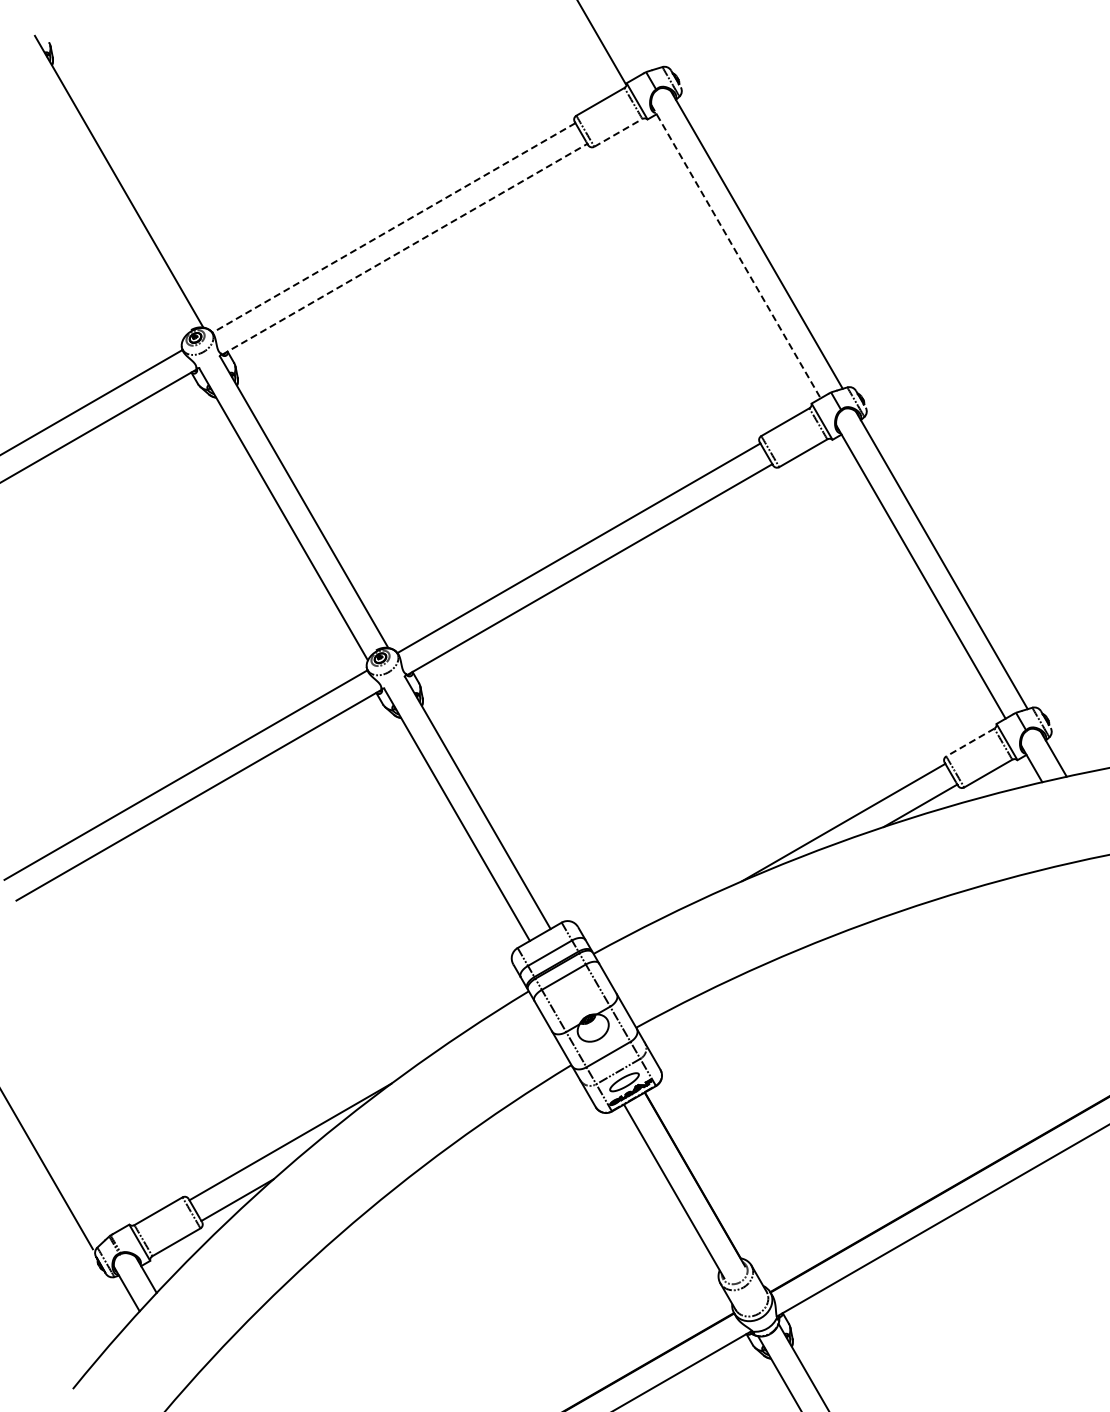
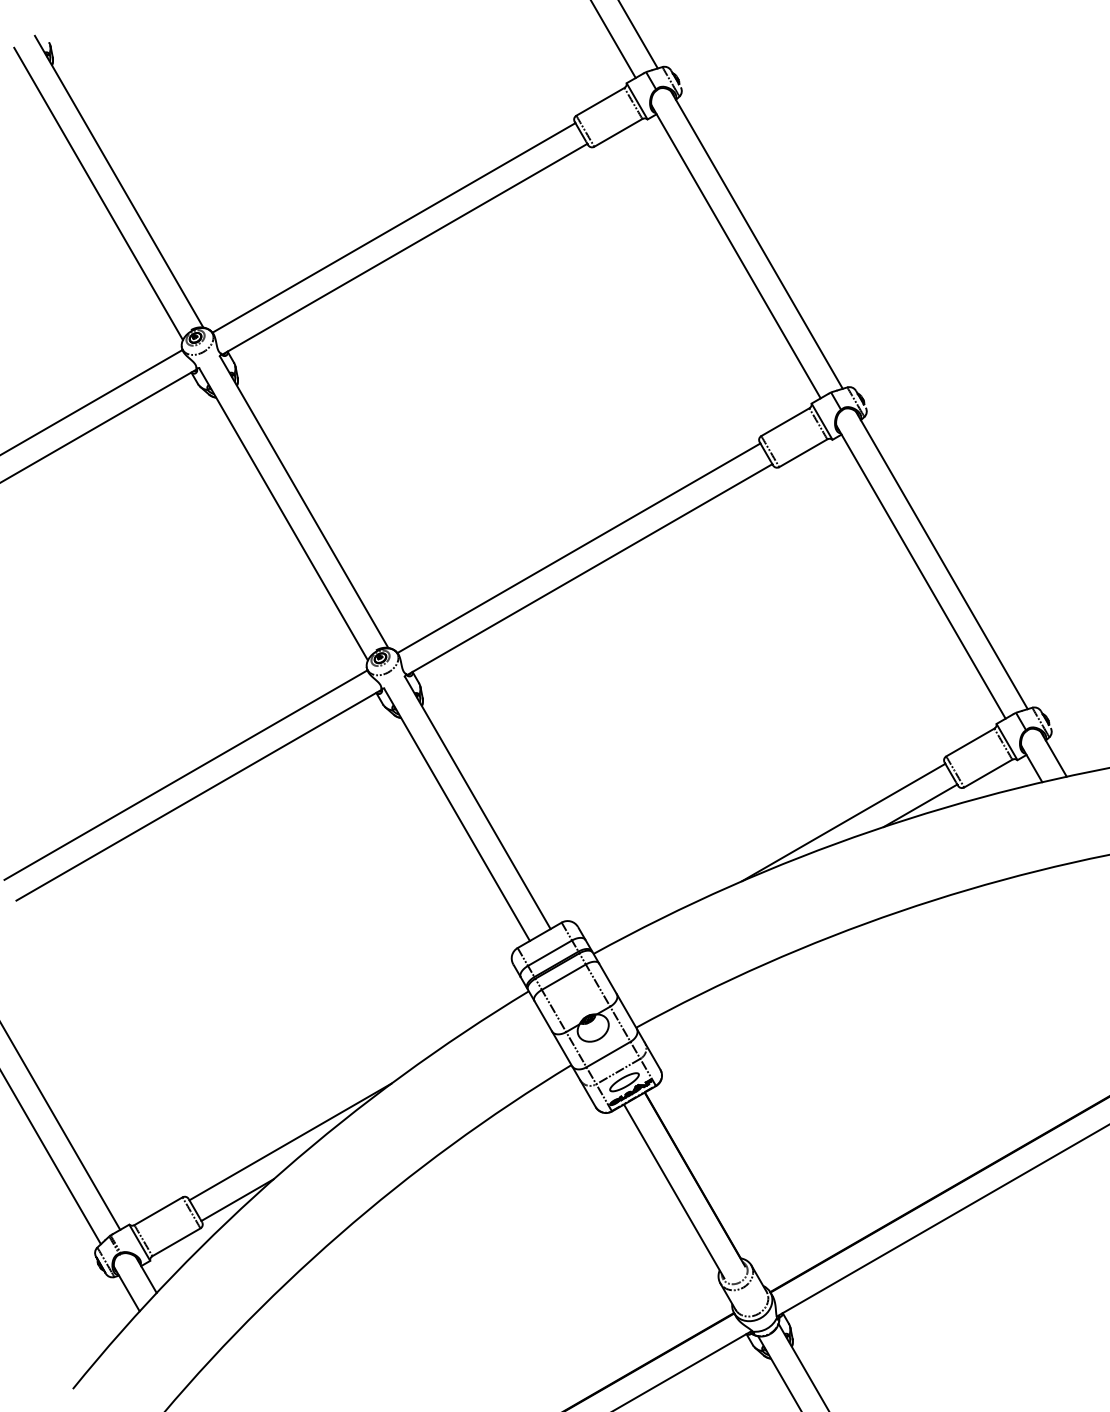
line at (638, 35): none -> present
line at (601, 43) position: (601, 43) -> (613, 40)
line at (618, 132): dashed -> solid
line at (98, 193): none -> present
line at (393, 227): dashed -> solid
line at (404, 249): dashed -> solid
line at (736, 252): dashed -> solid
line at (970, 742): dashed -> solid
line at (61, 1127): none -> present
line at (47, 1170) position: (47, 1170) -> (51, 1158)
